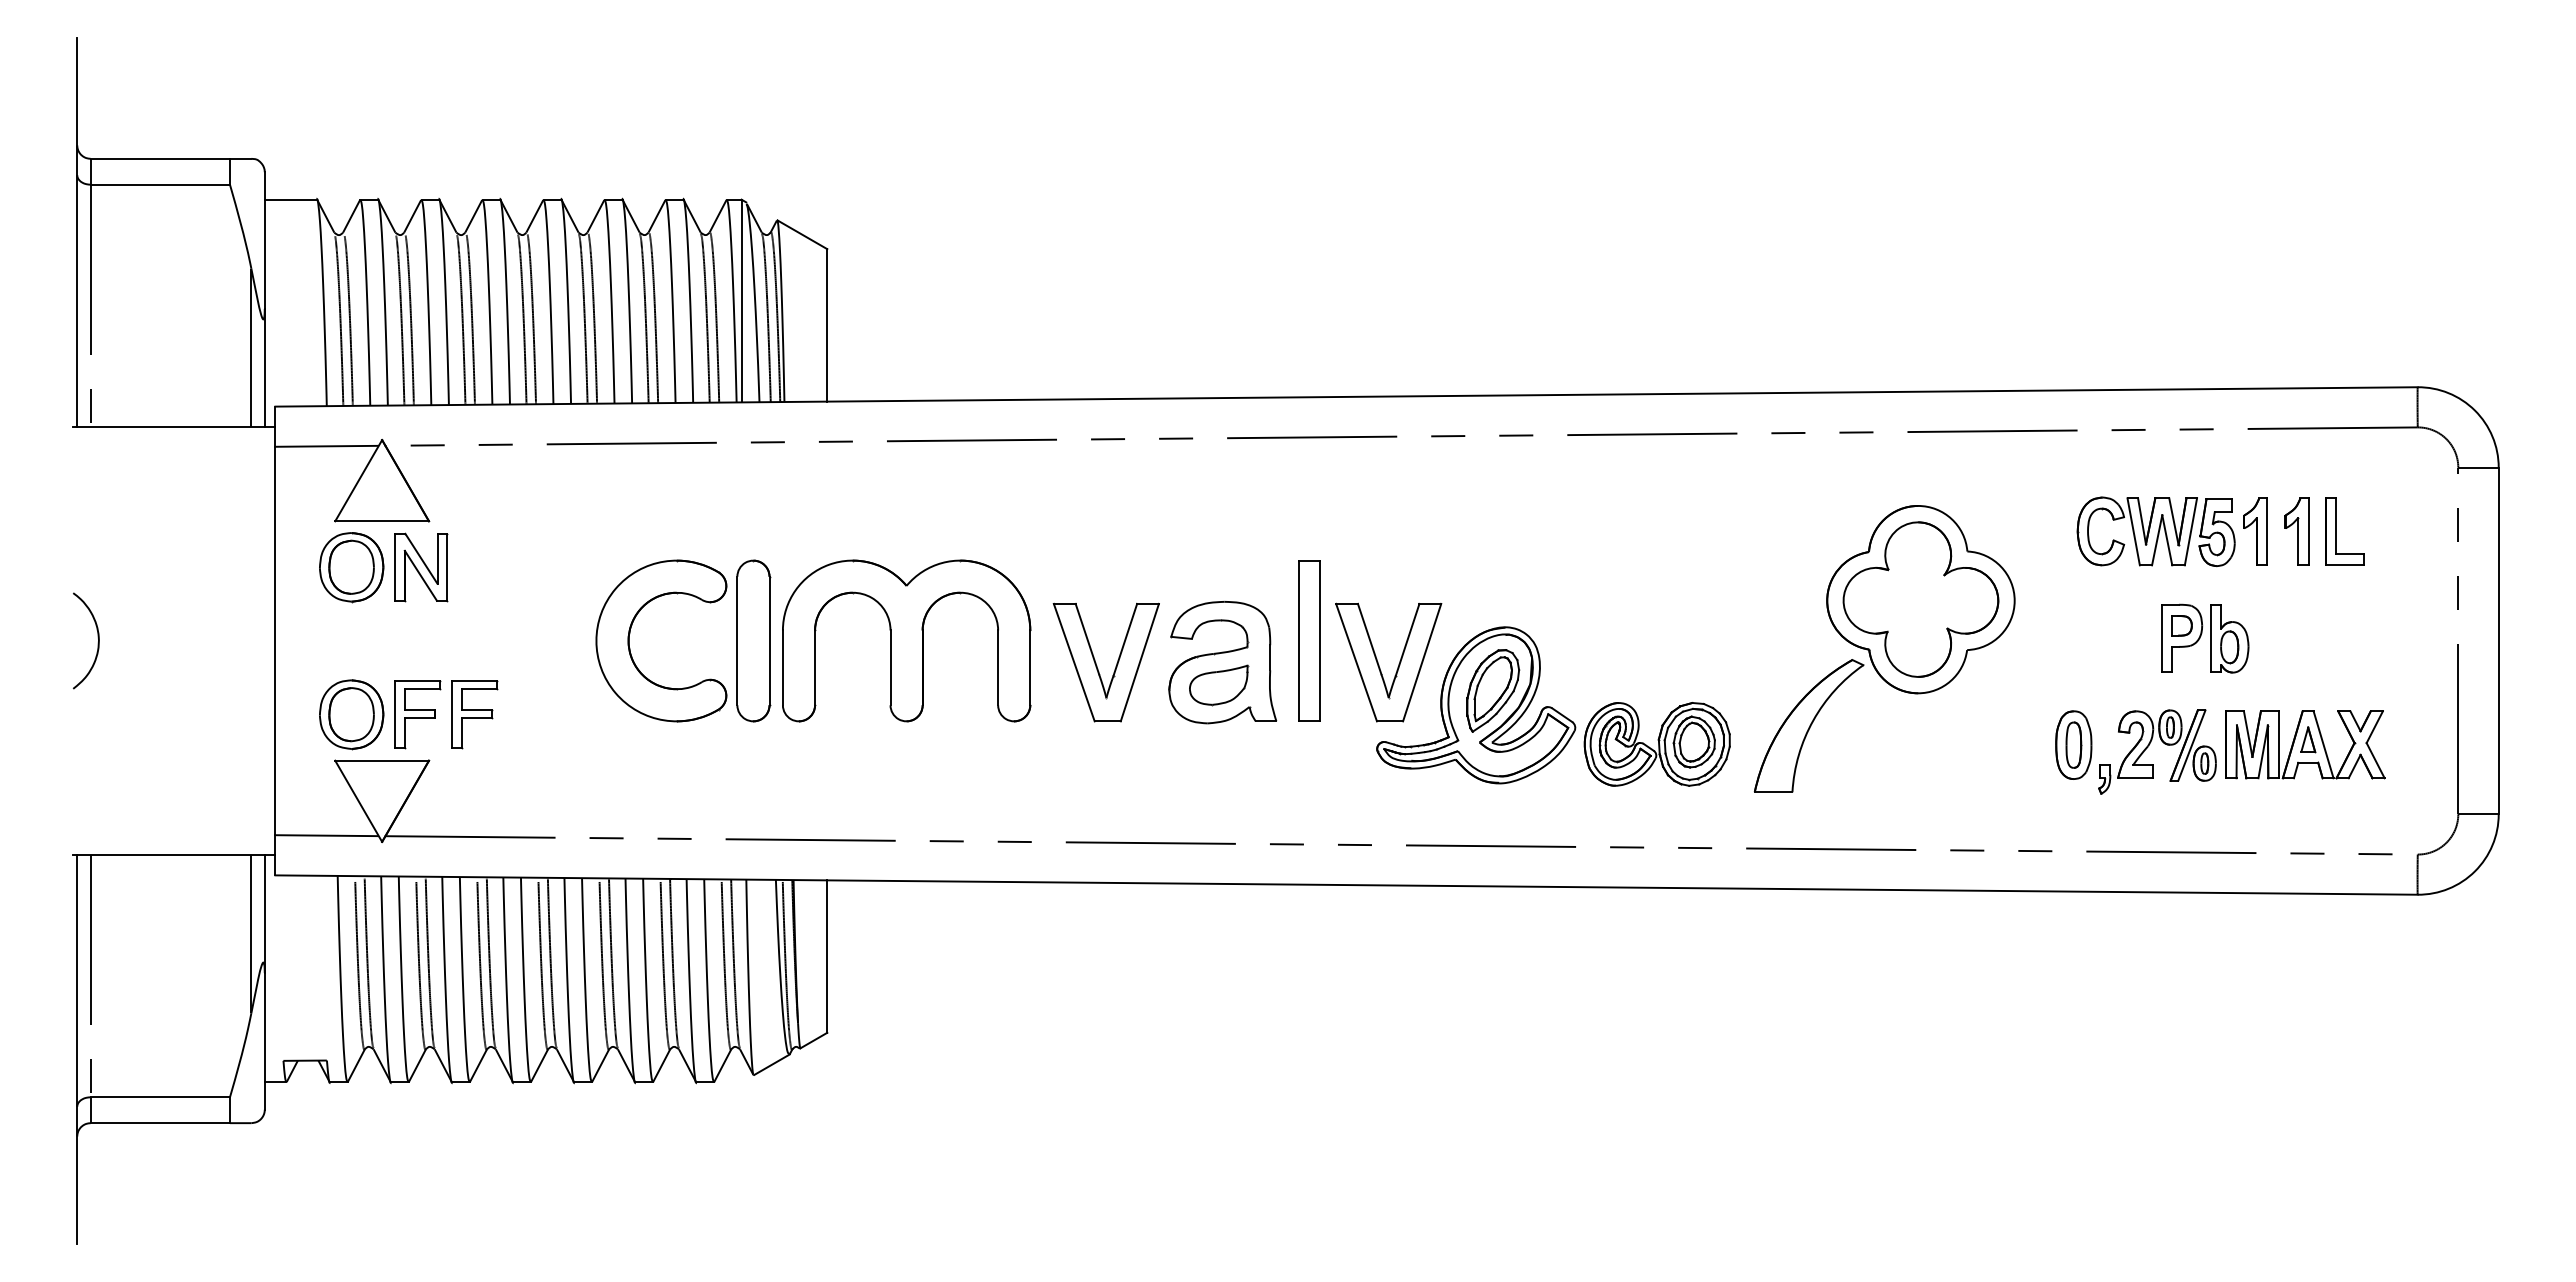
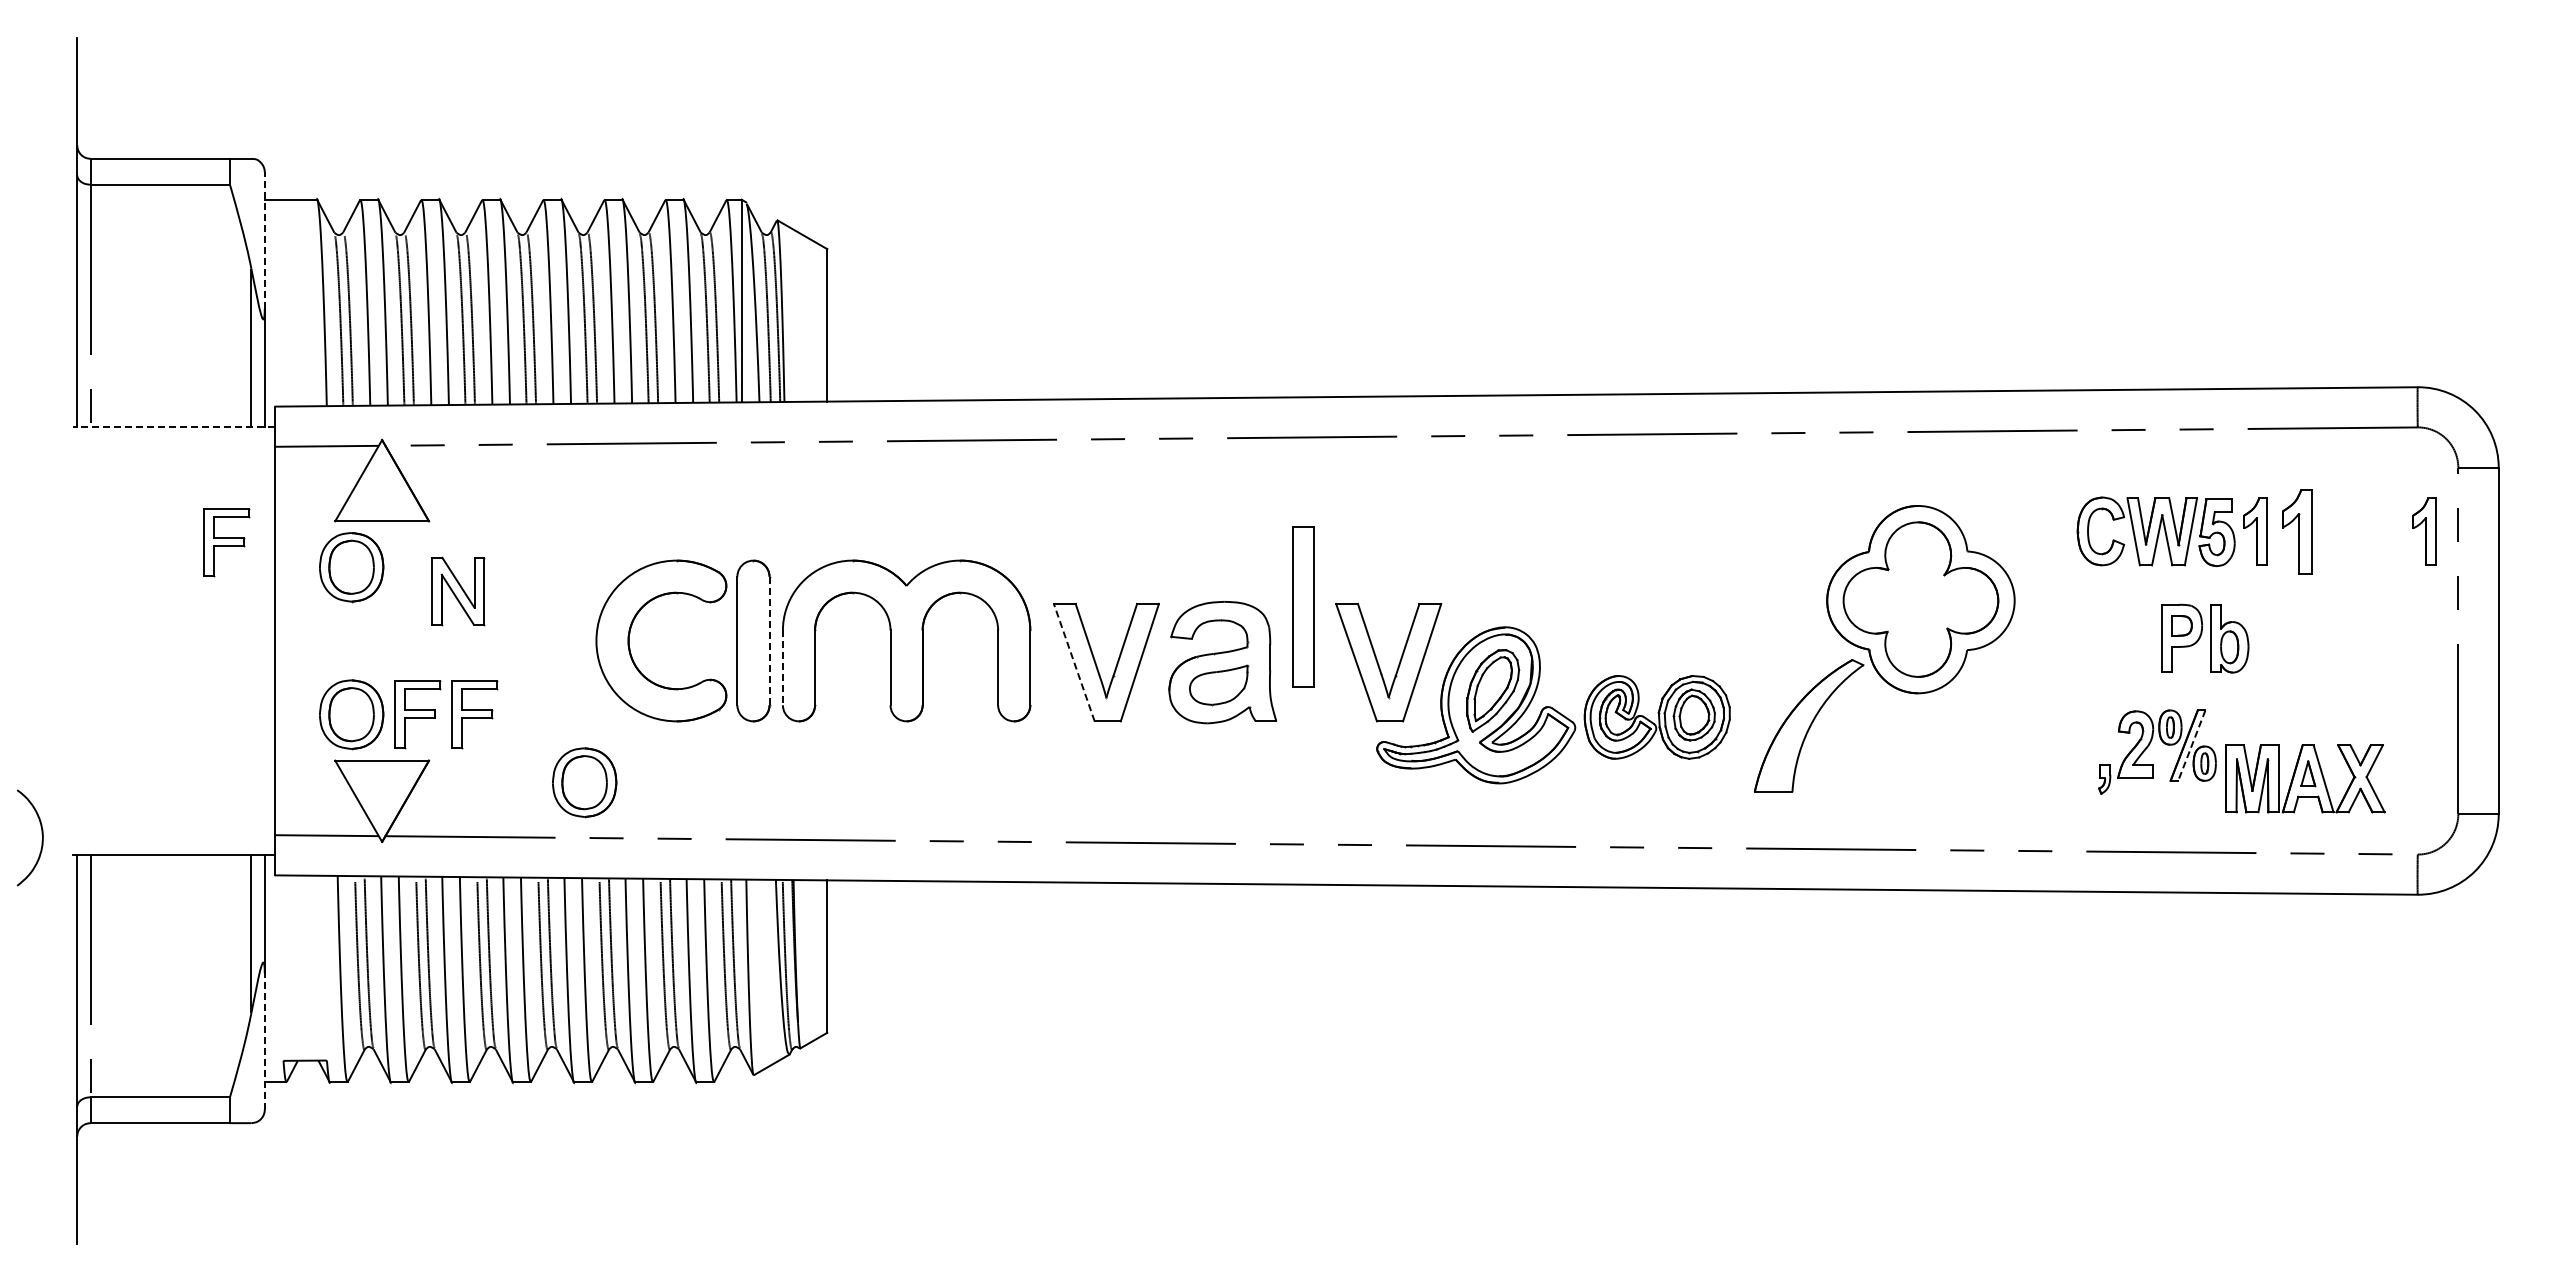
line at (264, 240): solid -> dashed
line at (173, 426): solid -> dashed
part at (2296, 531) size: 26x69 px -> 31x86 px
part at (2336, 531): present -> none
part at (2424, 531): none -> present
part at (226, 542): none -> present
part at (421, 567) position: (421, 567) -> (458, 591)
curve at (97, 637) position: (97, 637) -> (41, 834)
line at (769, 640): solid -> dashed
part at (1309, 640) position: (1309, 640) -> (1303, 606)
line at (1074, 662): solid -> dashed
line at (782, 668): solid -> dashed
part at (1656, 744) position: (1656, 744) -> (1656, 717)
part at (2073, 744): present -> none
part at (2305, 744) position: (2305, 744) -> (2305, 778)
line at (2191, 745): solid -> dashed
part at (584, 782): none -> present
line at (264, 1040): solid -> dashed
